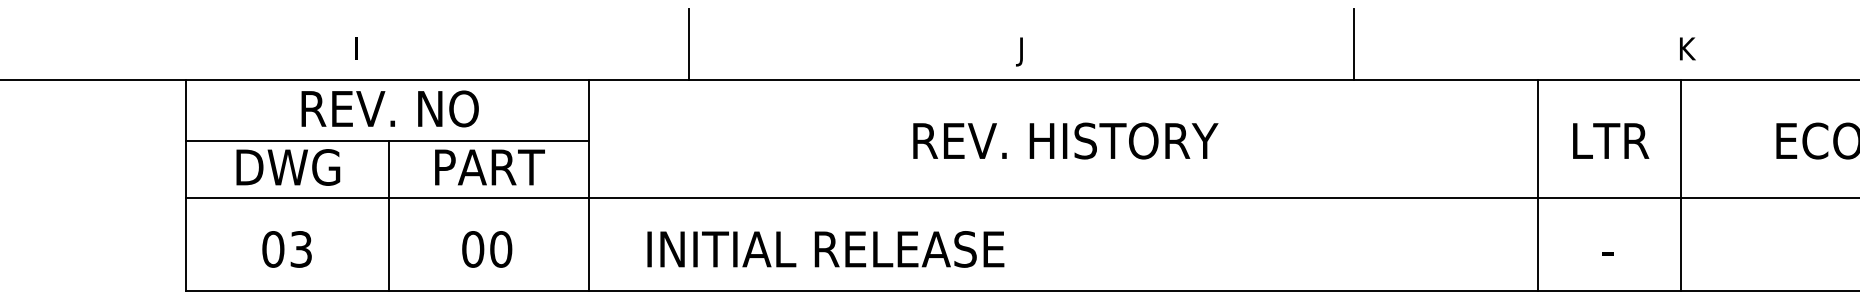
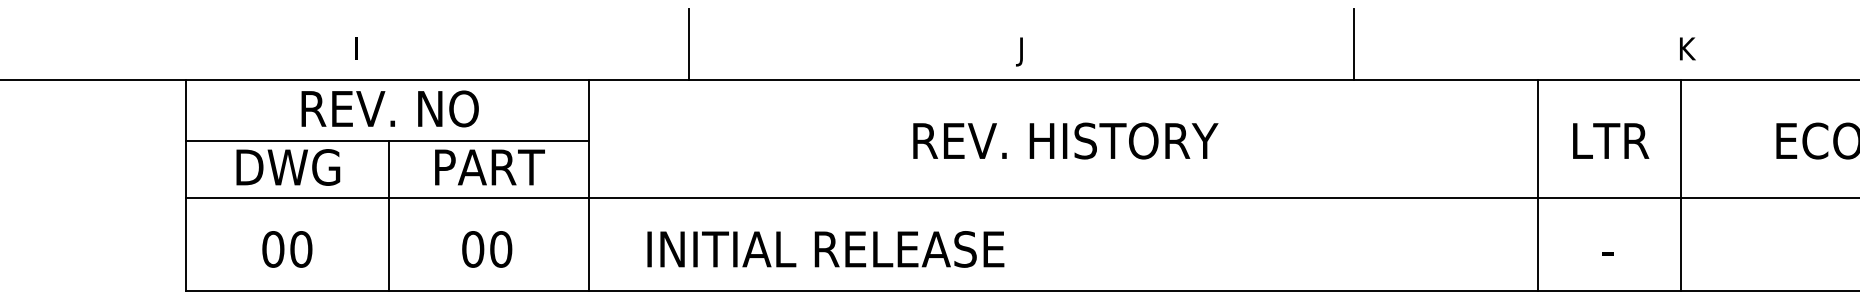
text at (301, 249): 03 -> 00
